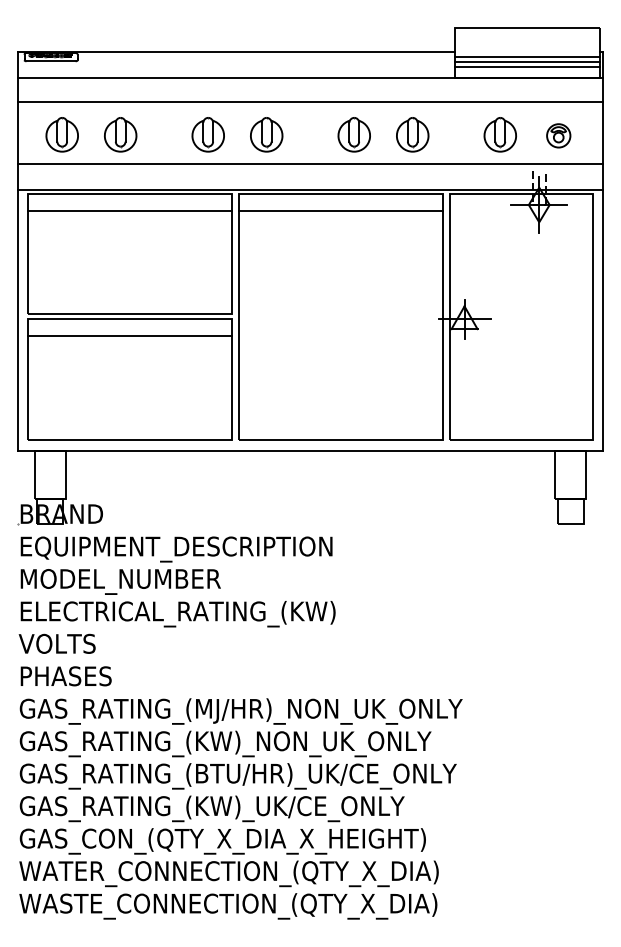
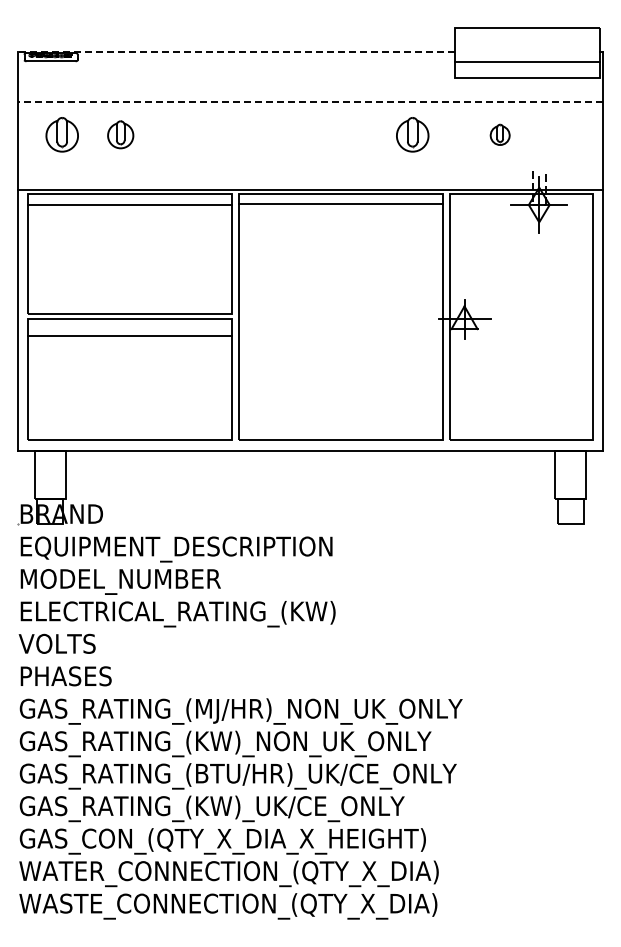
line at (236, 51): solid -> dashed
line at (527, 57): present -> none
line at (527, 67): present -> none
line at (310, 78): present -> none
line at (310, 102): solid -> dashed
part at (120, 134) size: 34x36 px -> 28x30 px
part at (207, 134): present -> none
part at (266, 134): present -> none
part at (353, 134): present -> none
part at (499, 134) size: 34x36 px -> 22x23 px
part at (558, 135): present -> none
line at (310, 163): present -> none
line at (129, 211) position: (129, 211) -> (129, 205)
line at (340, 211) position: (340, 211) -> (340, 204)
